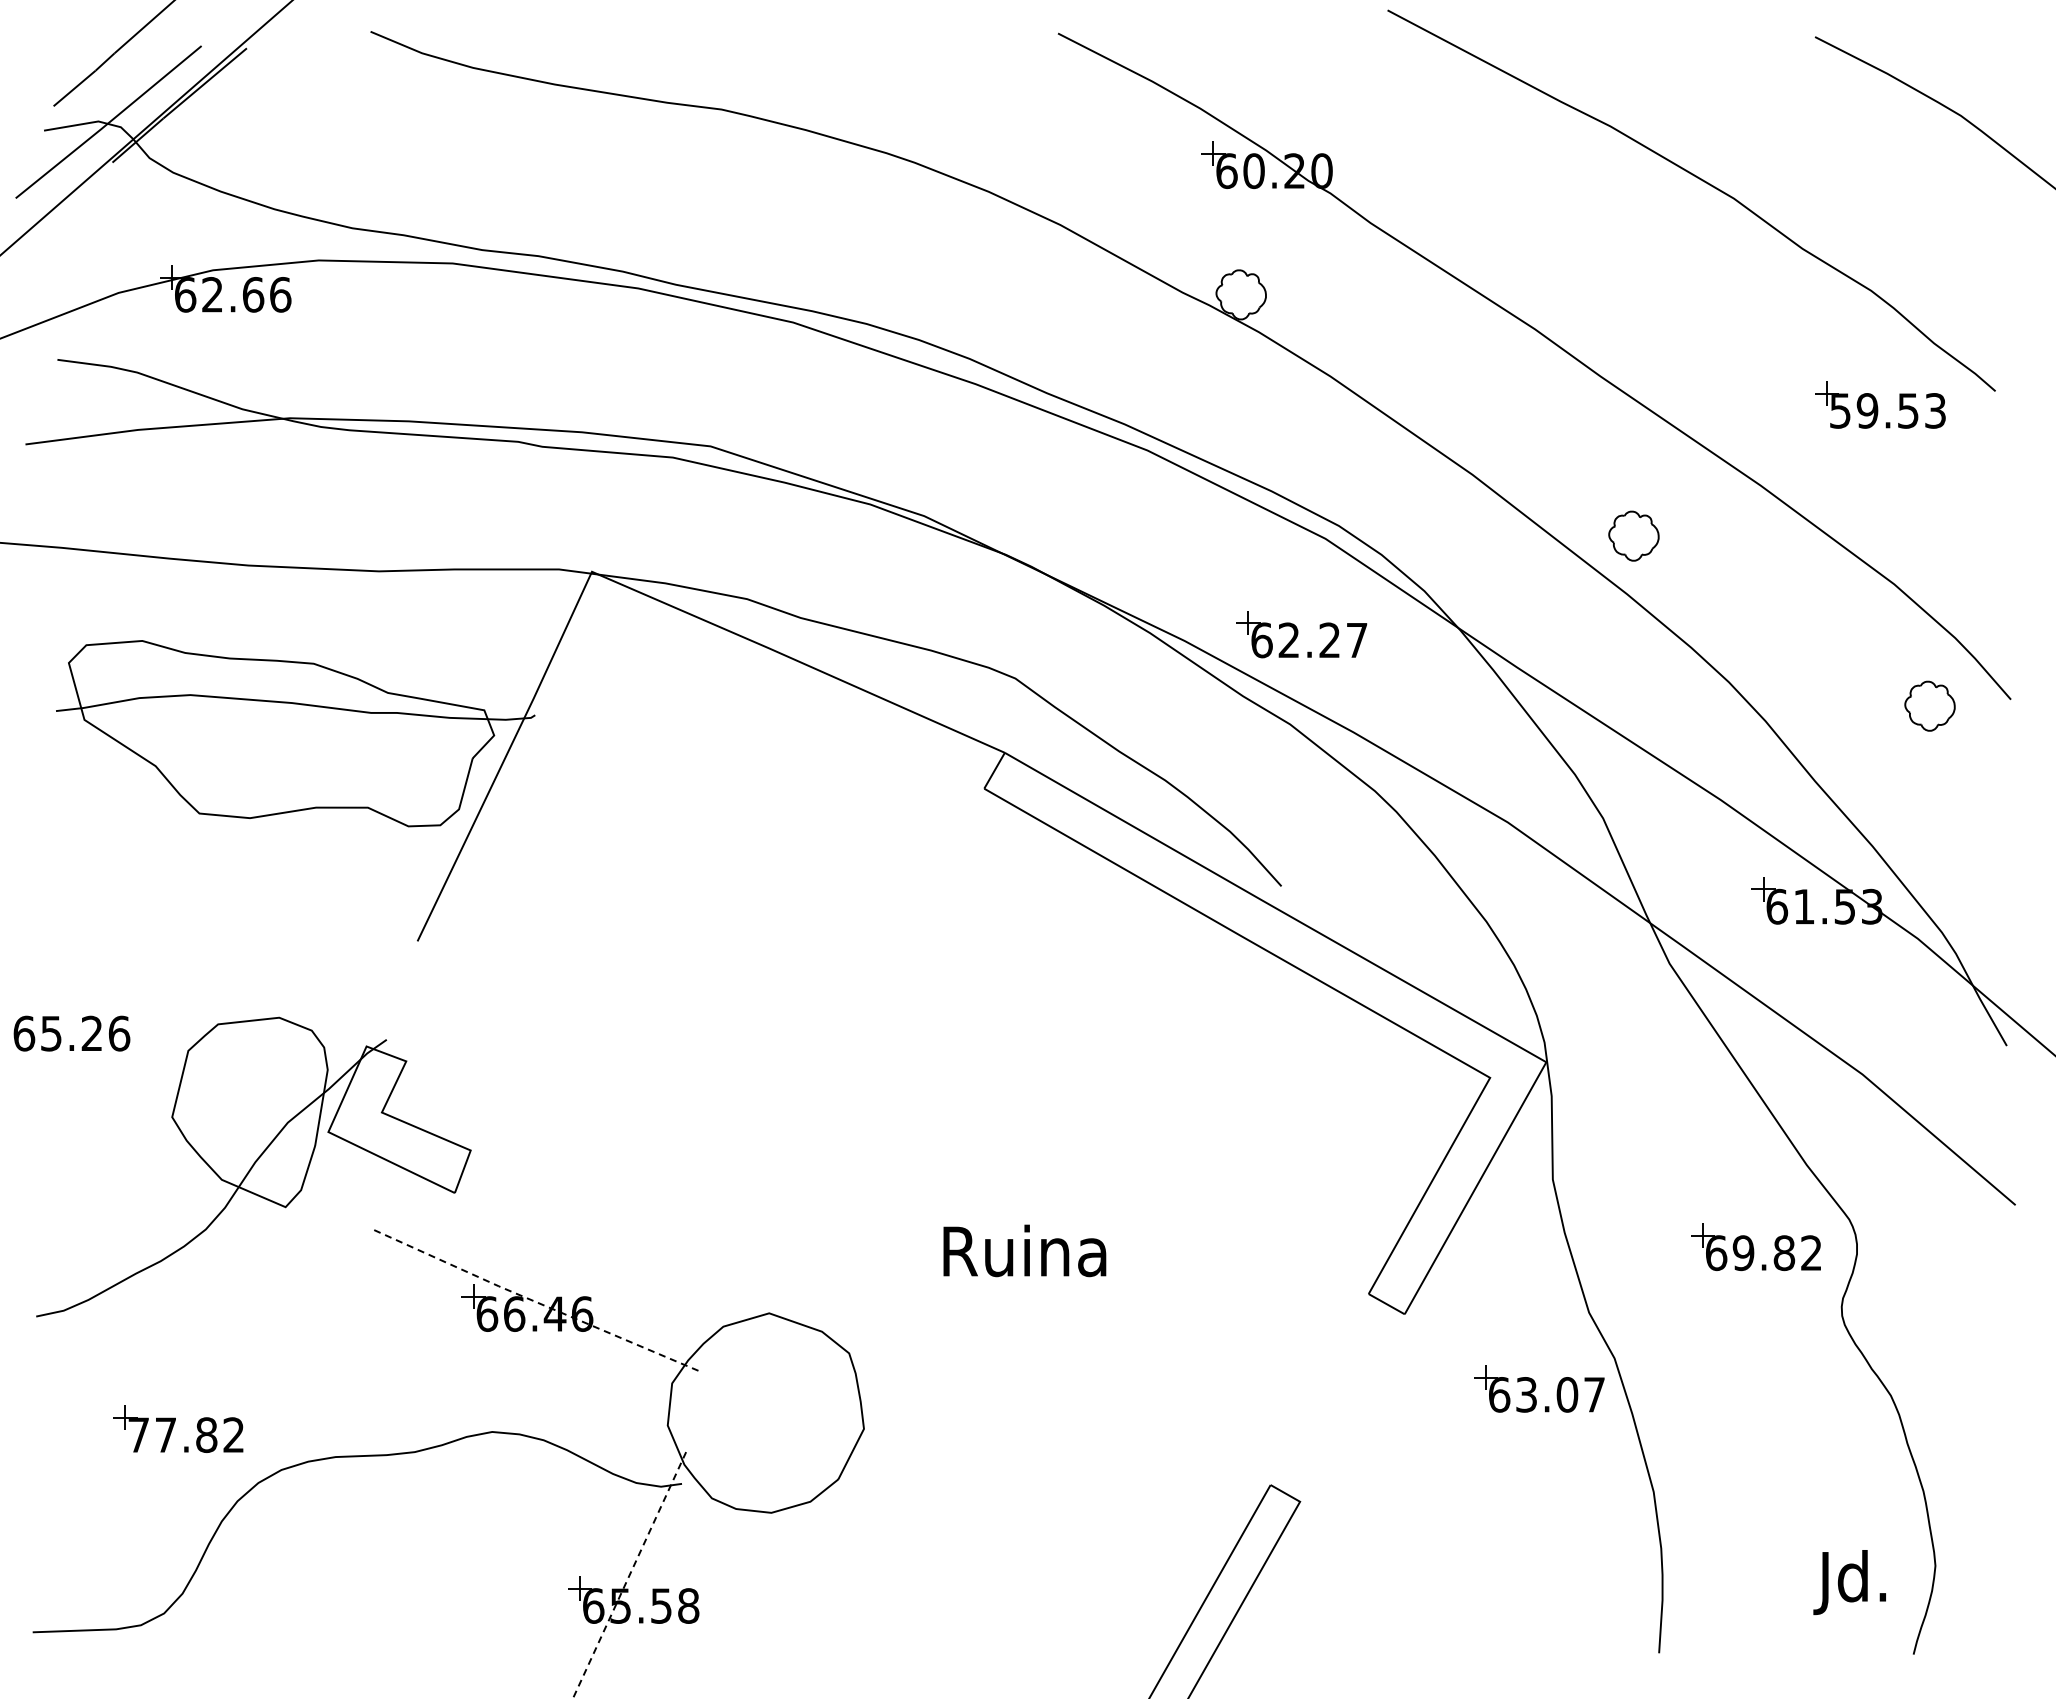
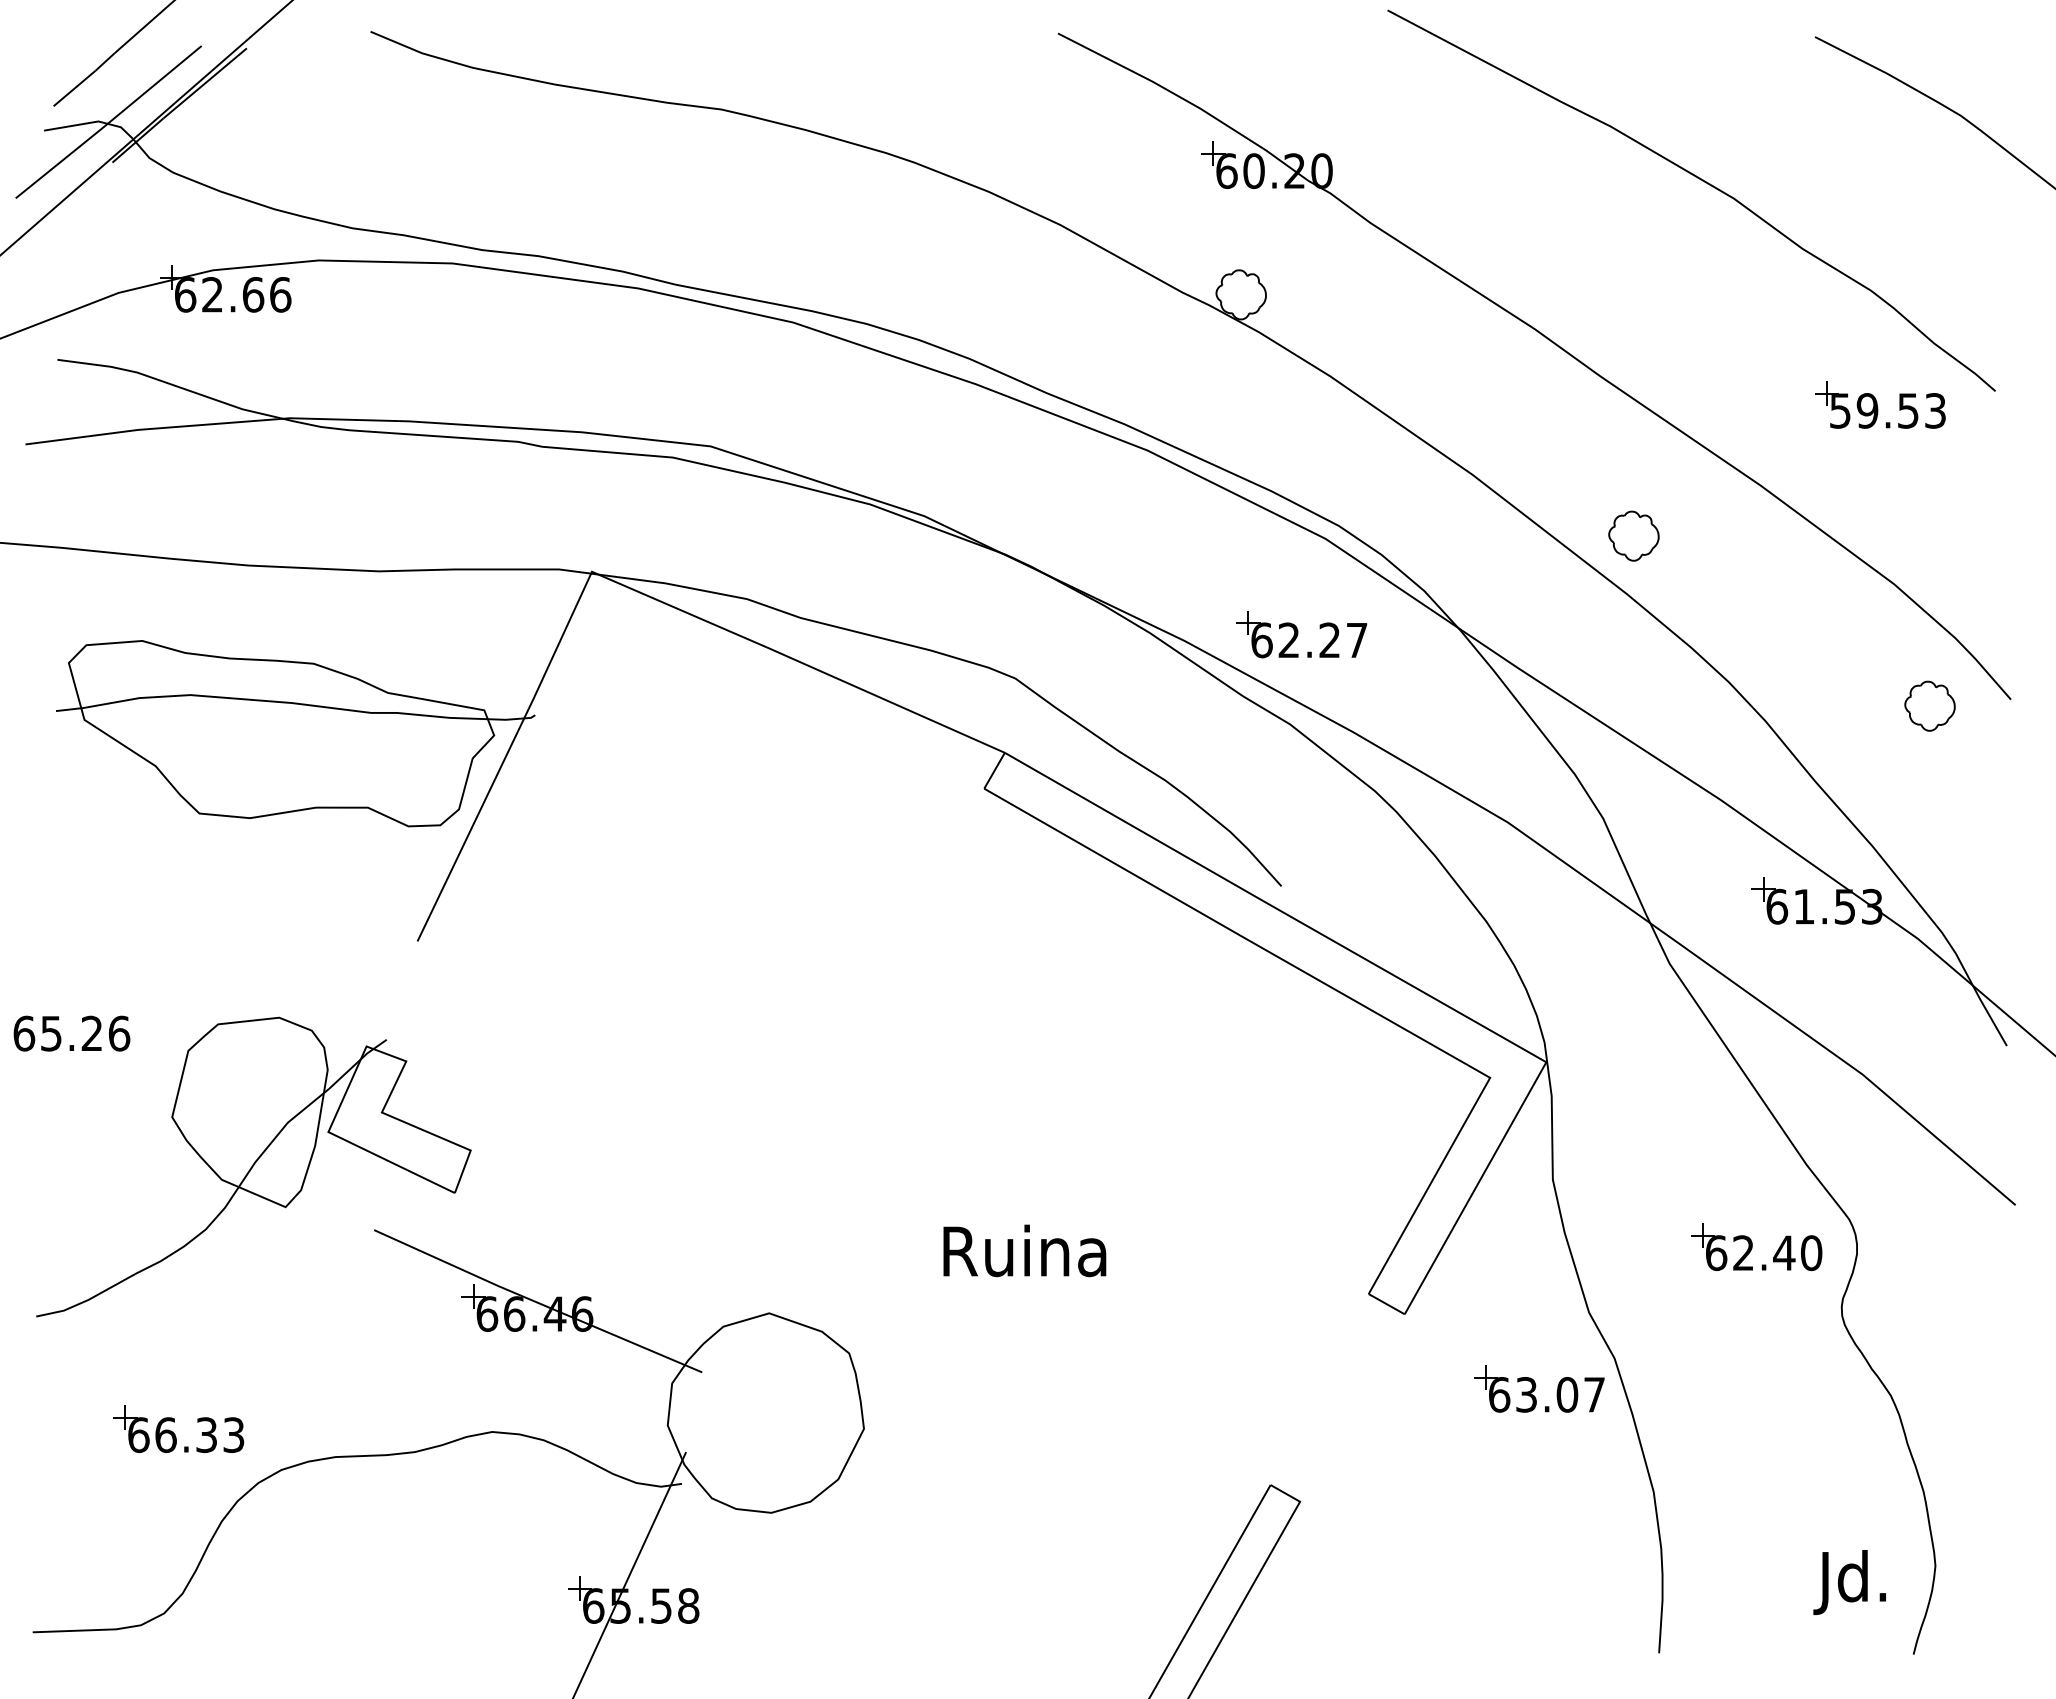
text at (1777, 1253): 69.82 -> 62.40
line at (537, 1302): dashed -> solid
text at (186, 1435): 77.82 -> 66.33
line at (629, 1575): dashed -> solid
